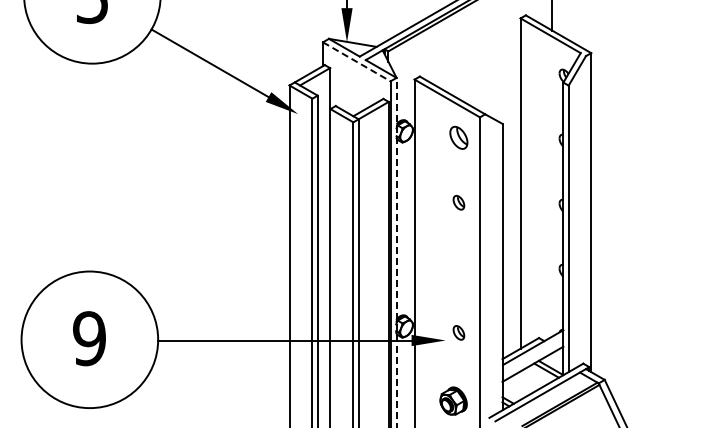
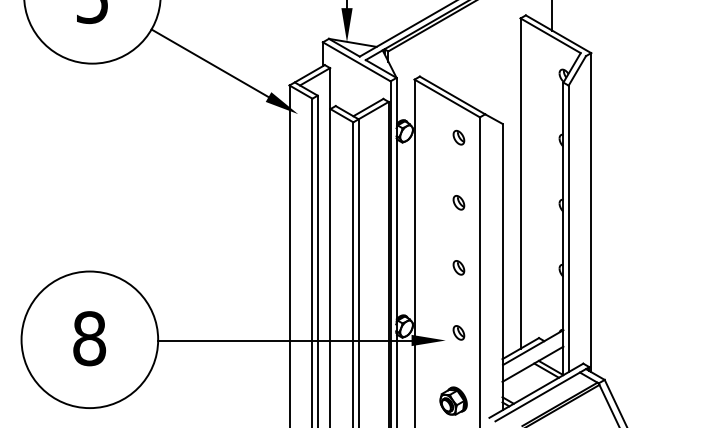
line at (357, 62): dashed -> solid
part at (458, 137) size: 20x25 px -> 14x17 px
line at (396, 252): dashed -> solid
part at (458, 267): none -> present
text at (89, 338): 9 -> 8
